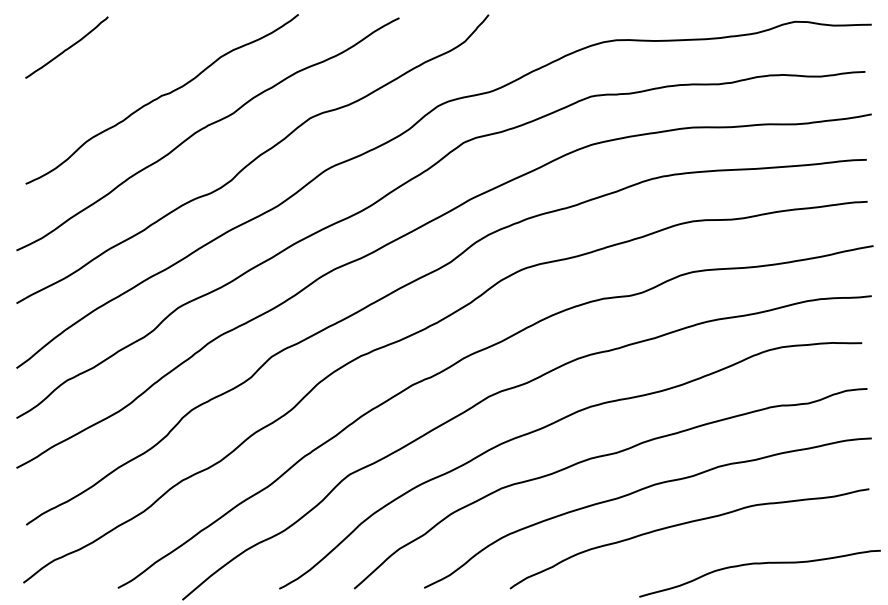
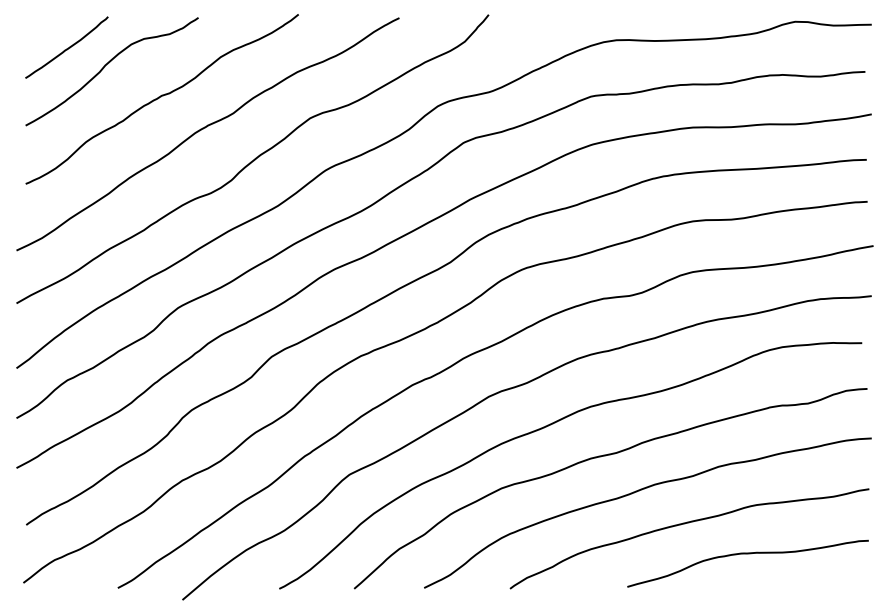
curve at (104, 68): none -> present
curve at (759, 564) position: (759, 564) -> (747, 554)
